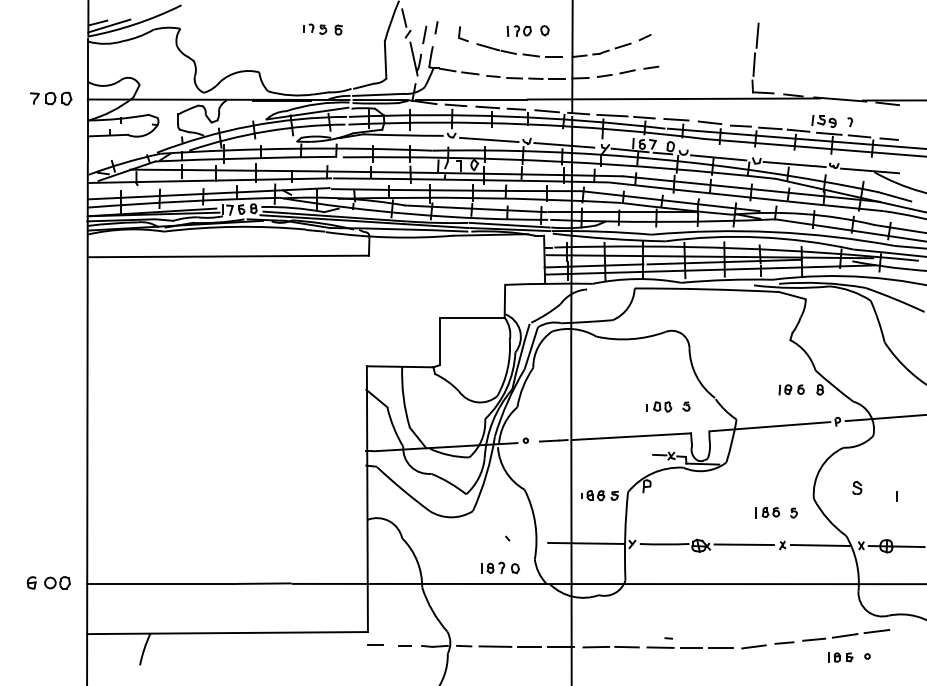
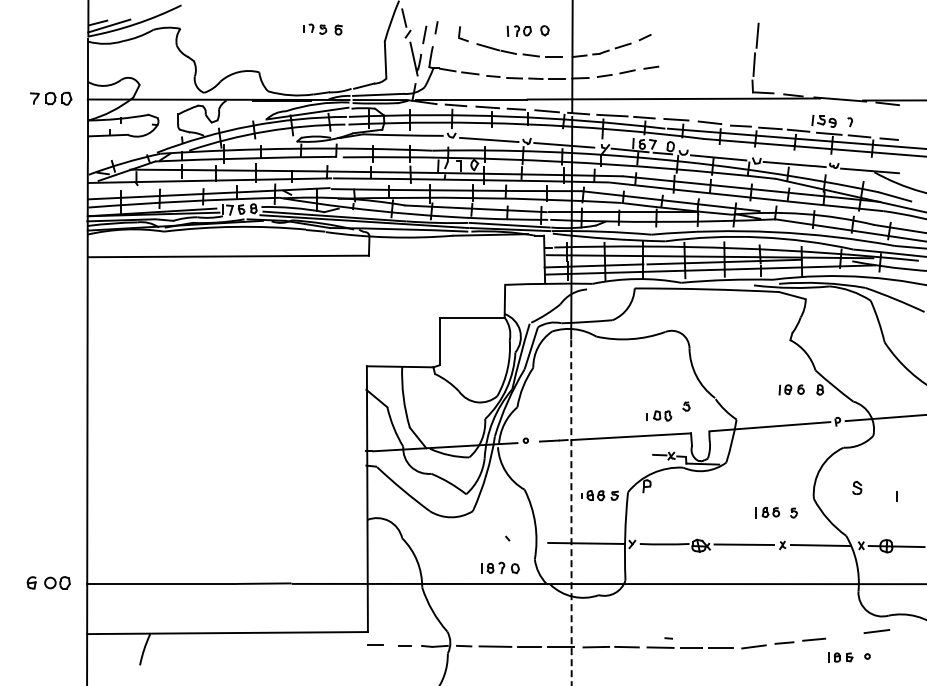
part at (659, 406) position: (659, 406) -> (659, 415)
line at (571, 512): solid -> dashed
line at (844, 635): present -> none
